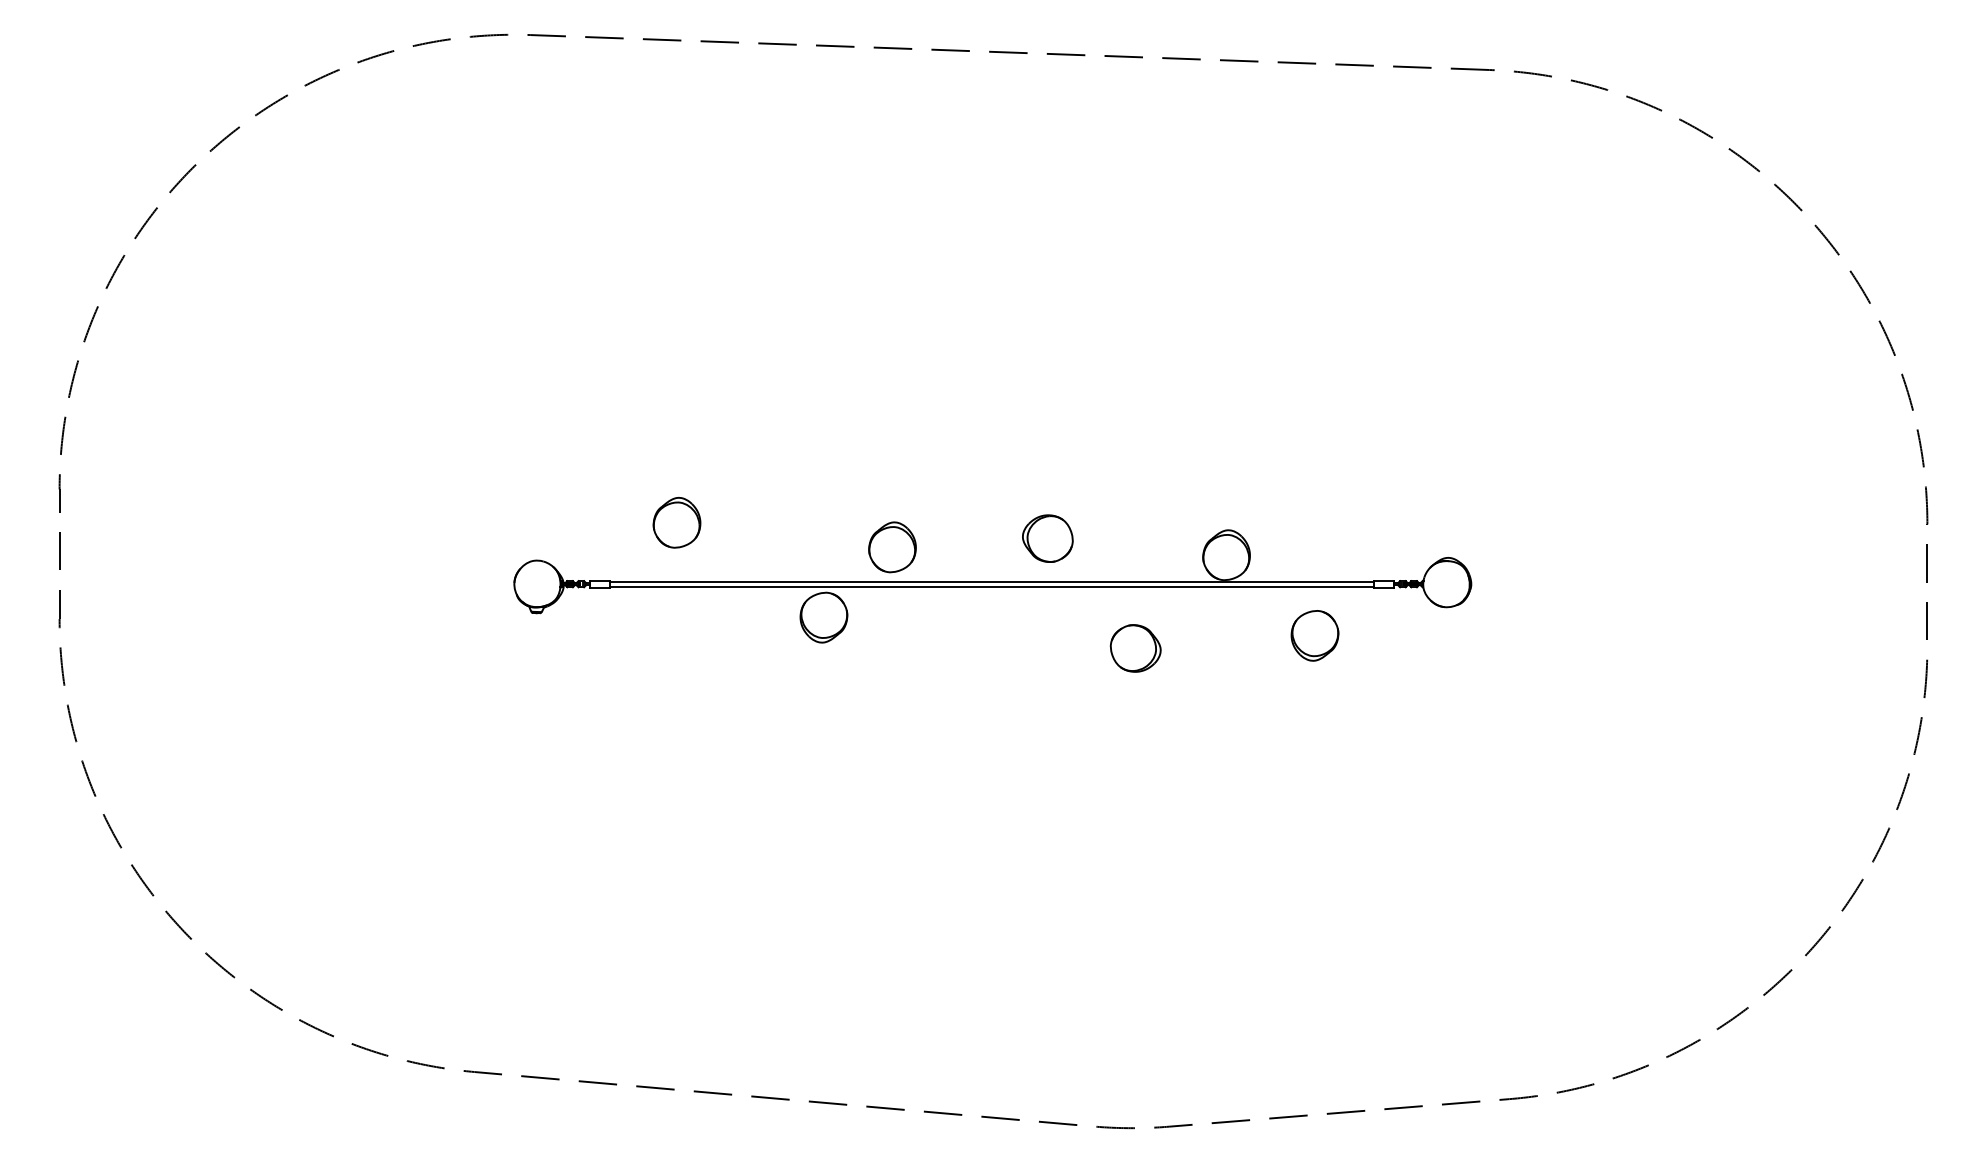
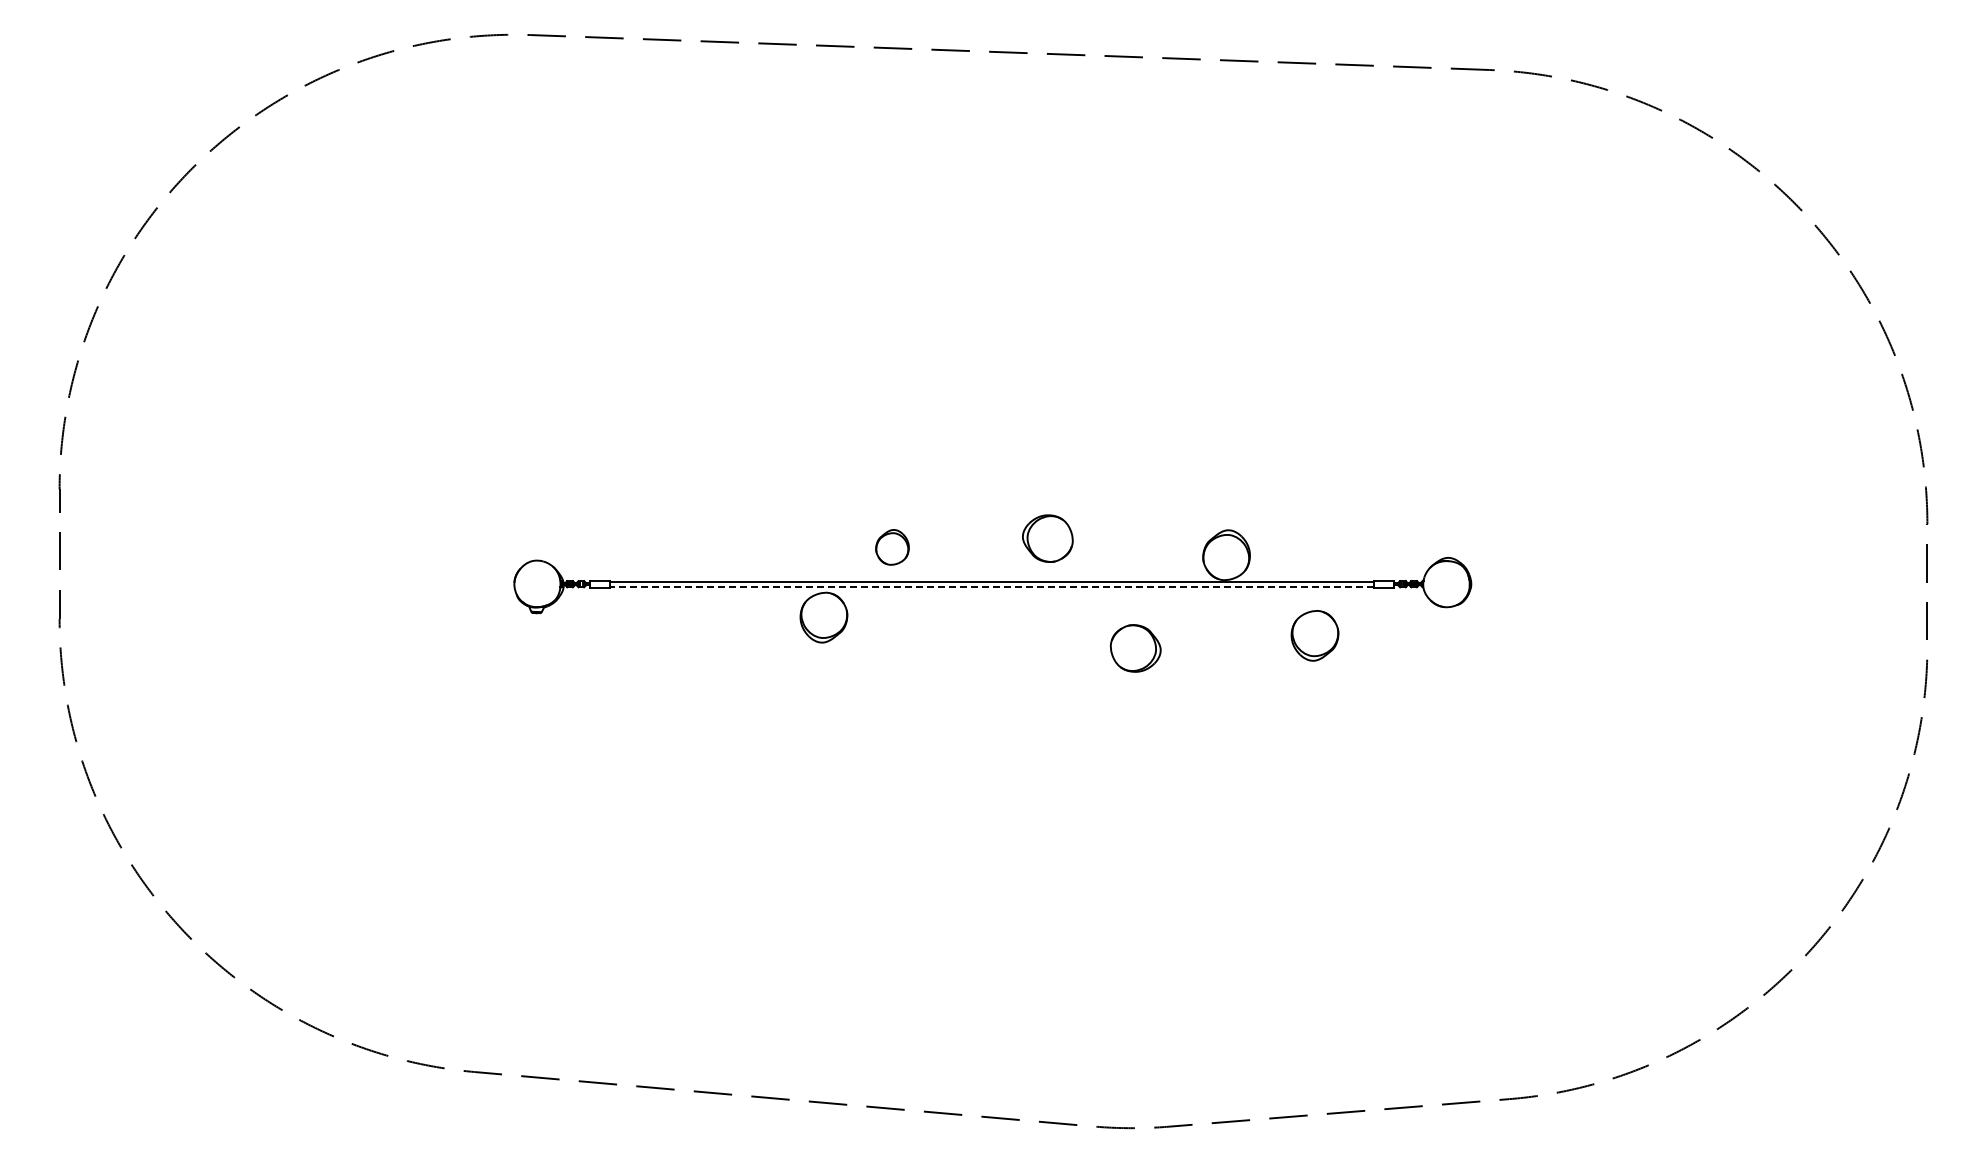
part at (676, 522): present -> none
part at (892, 547) size: 49x53 px -> 35x37 px
line at (991, 586): solid -> dashed
